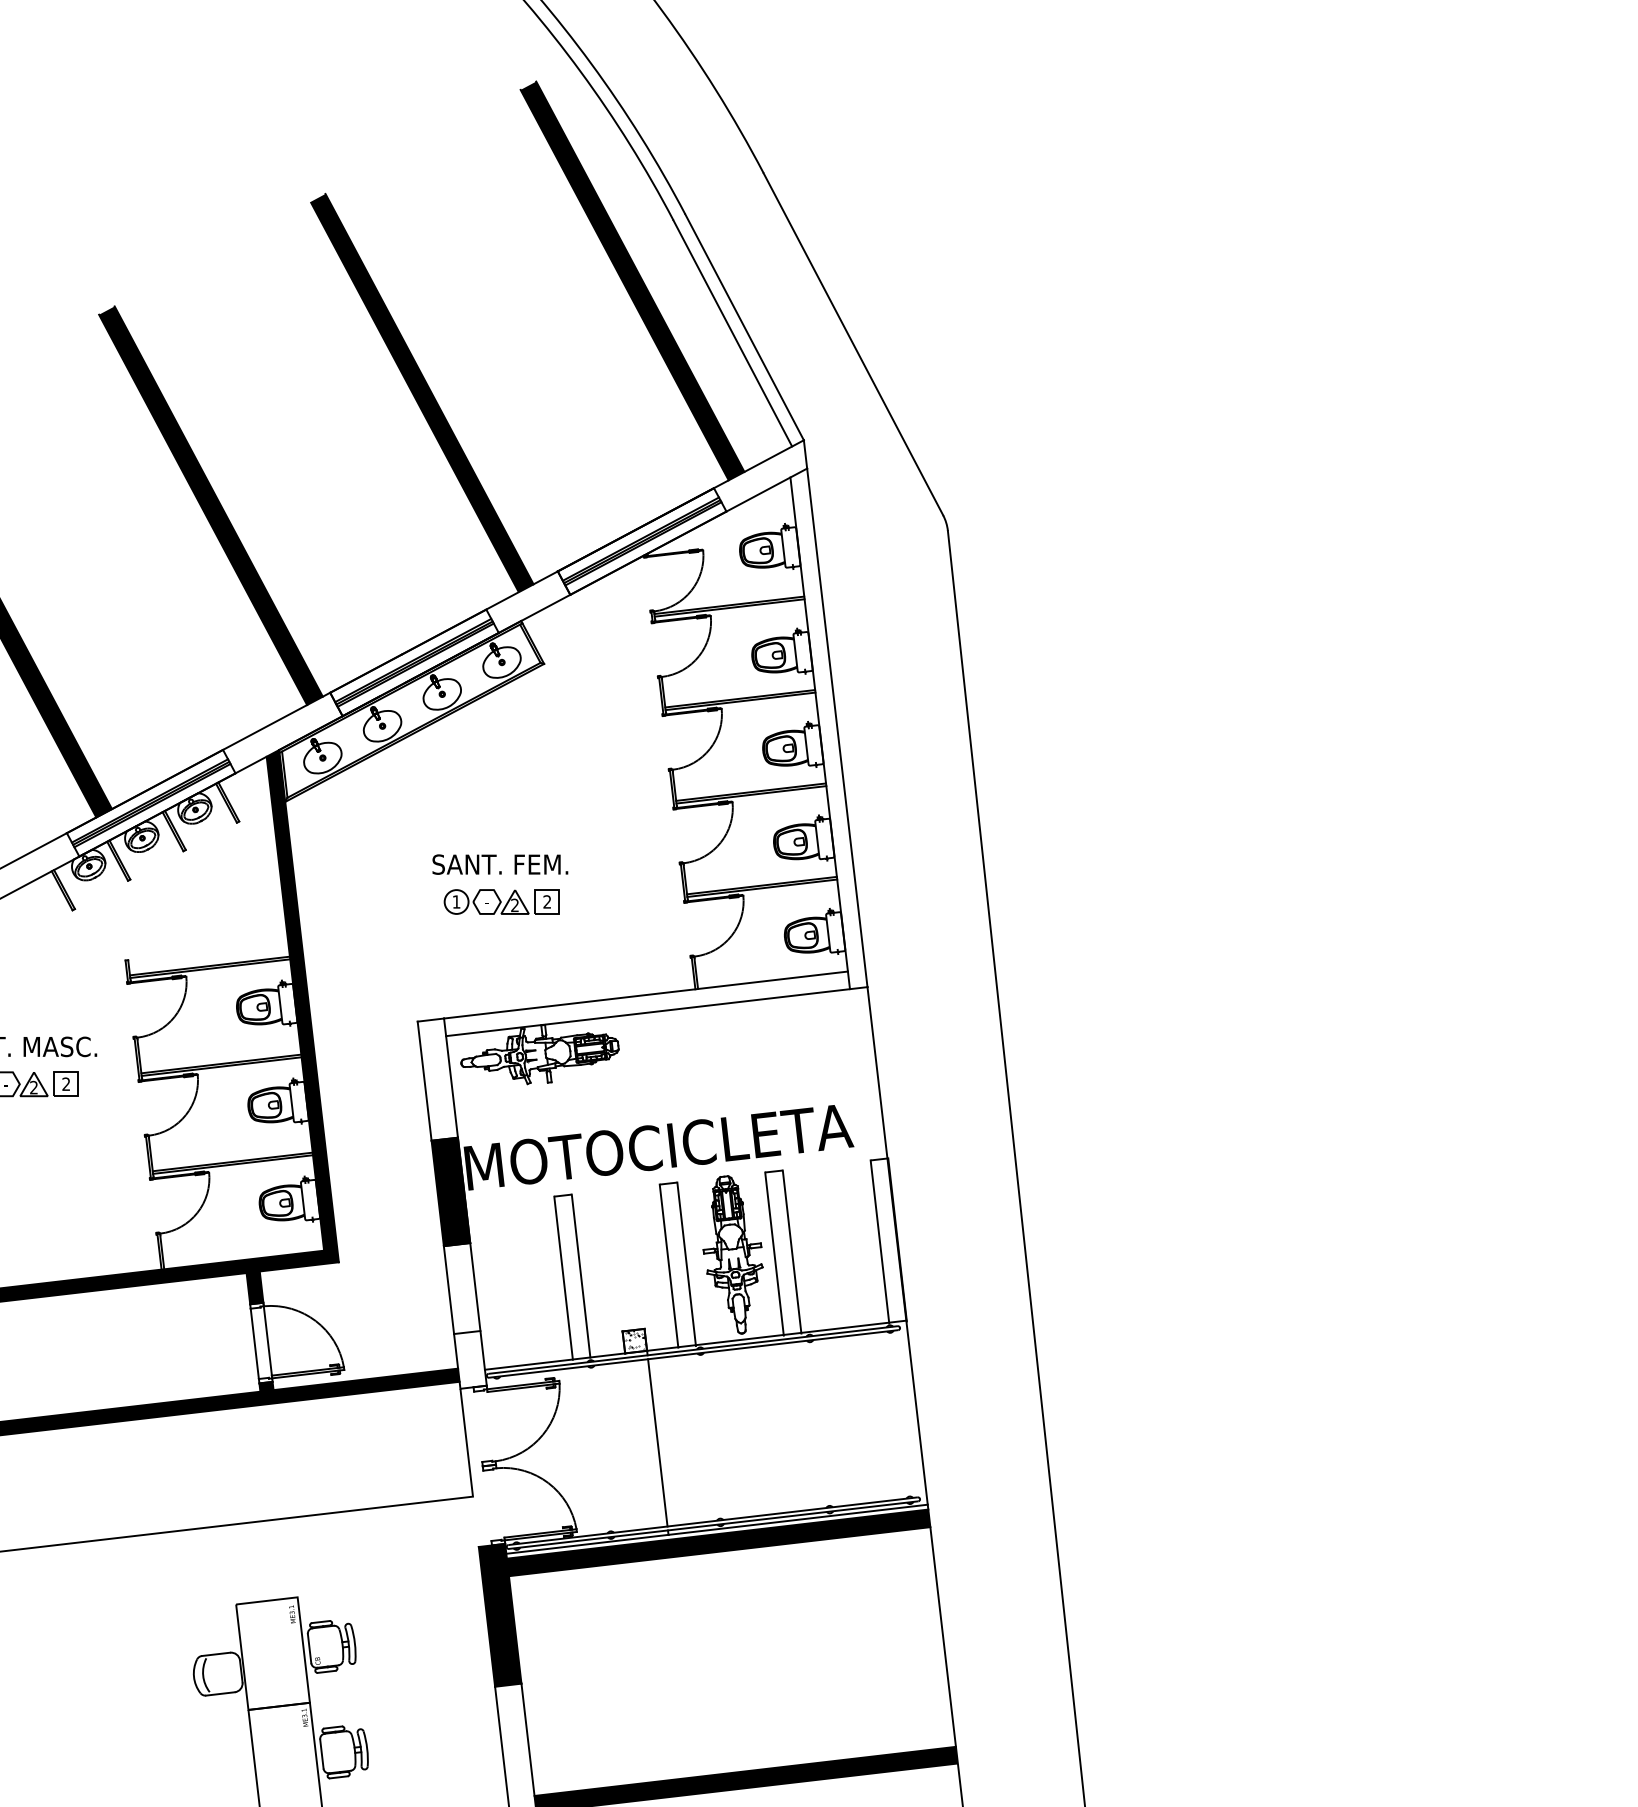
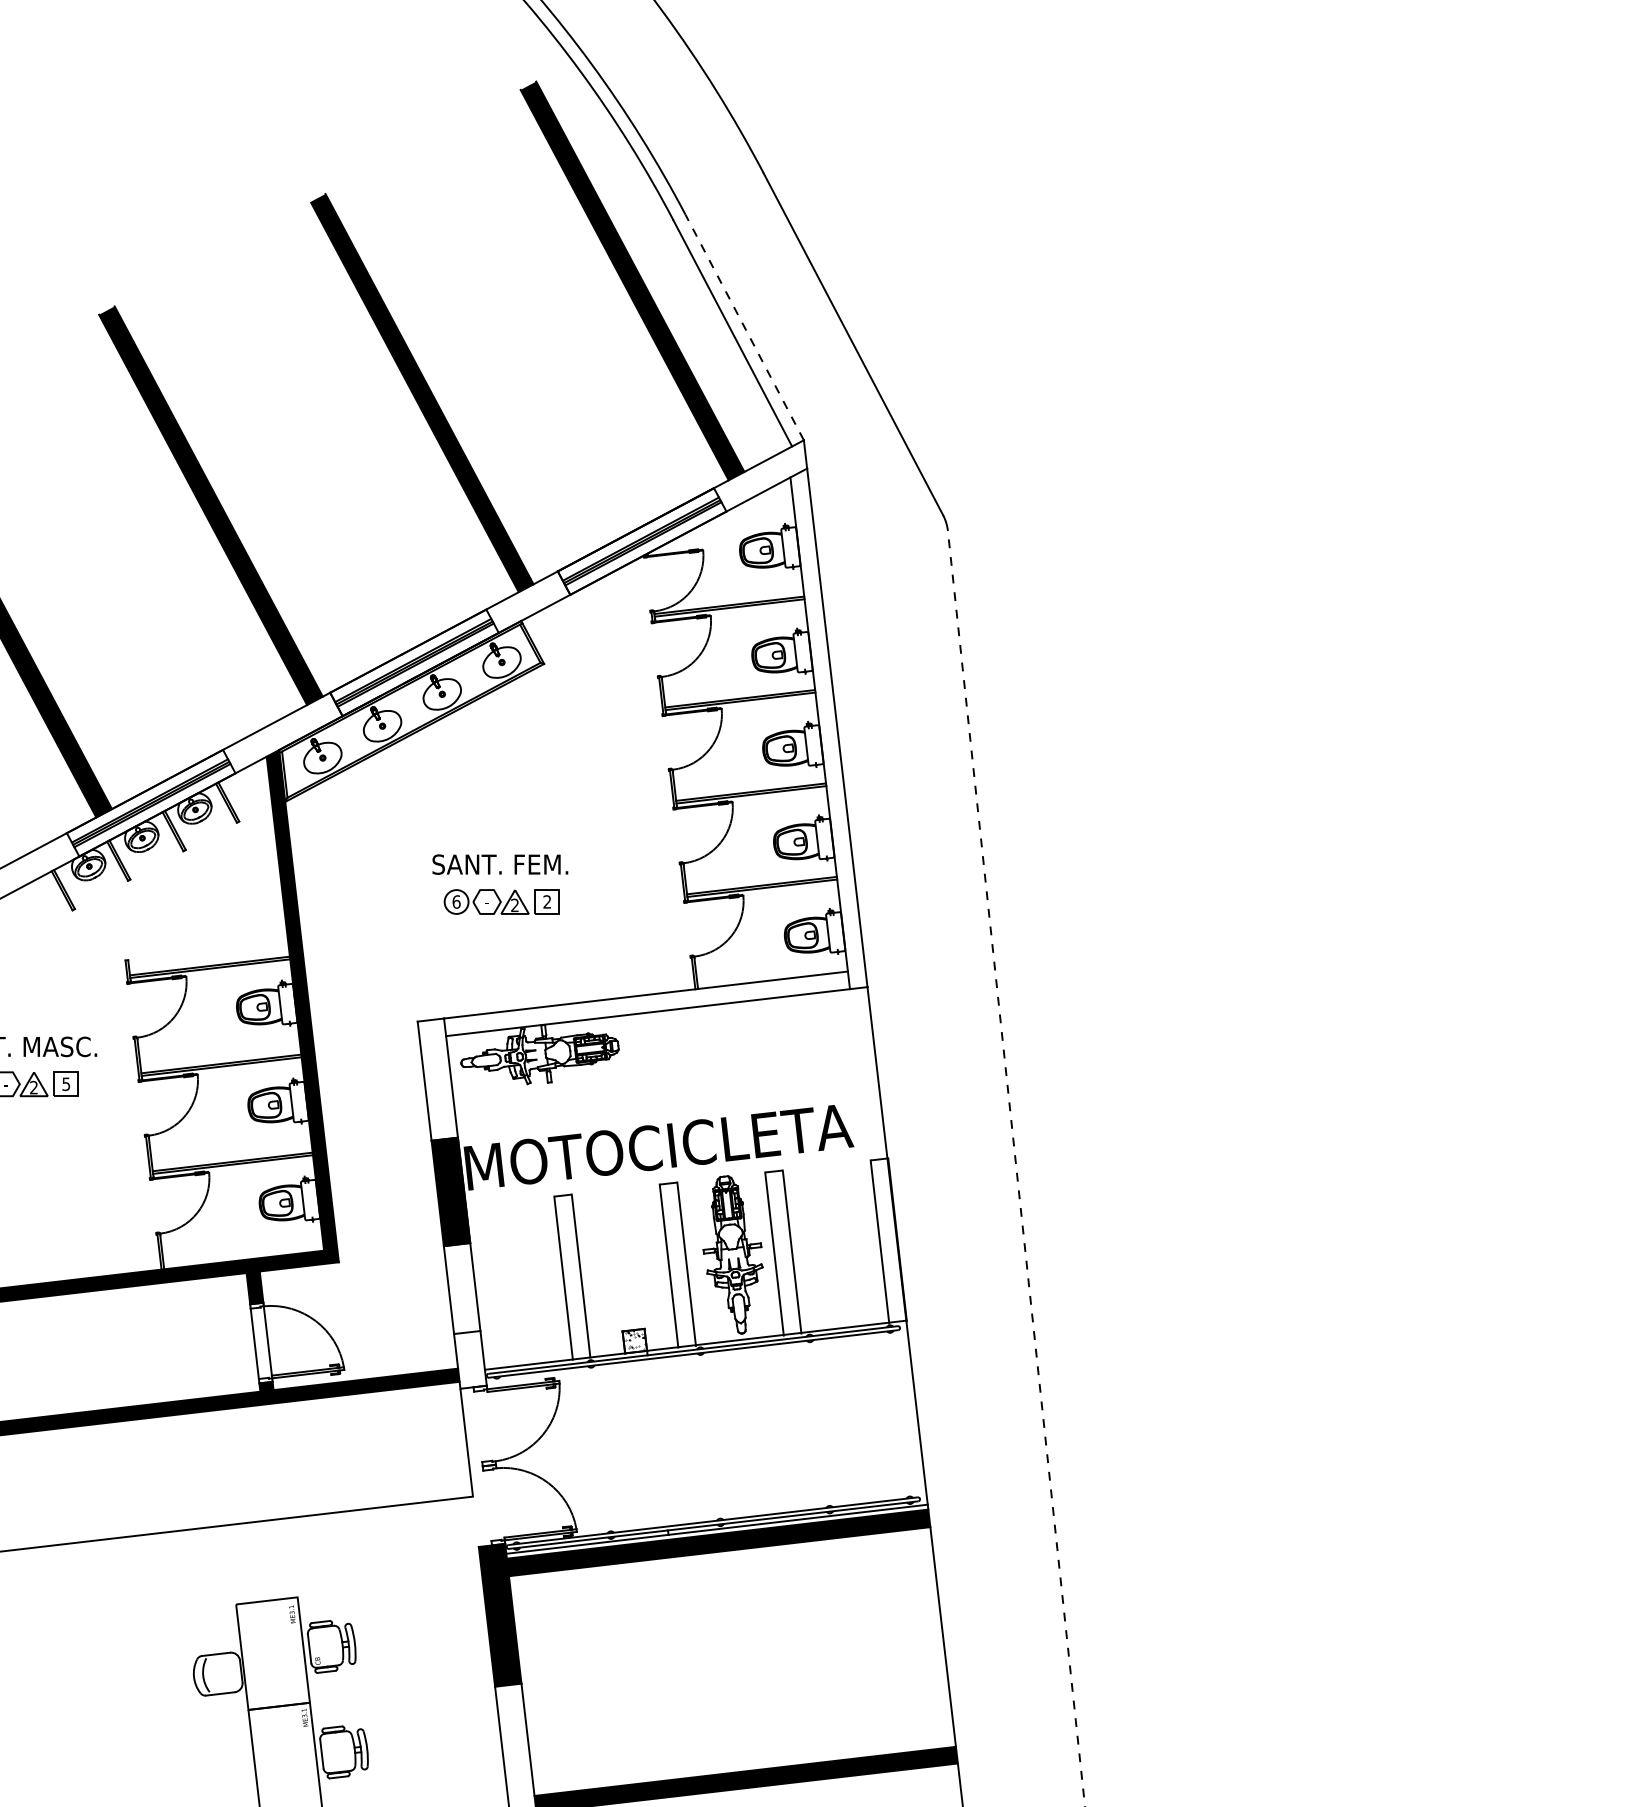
line at (744, 327): solid -> dashed
text at (456, 901): 1 -> 6
text at (66, 1084): 2 -> 5
line at (1016, 1168): solid -> dashed
line at (657, 1442): present -> none
